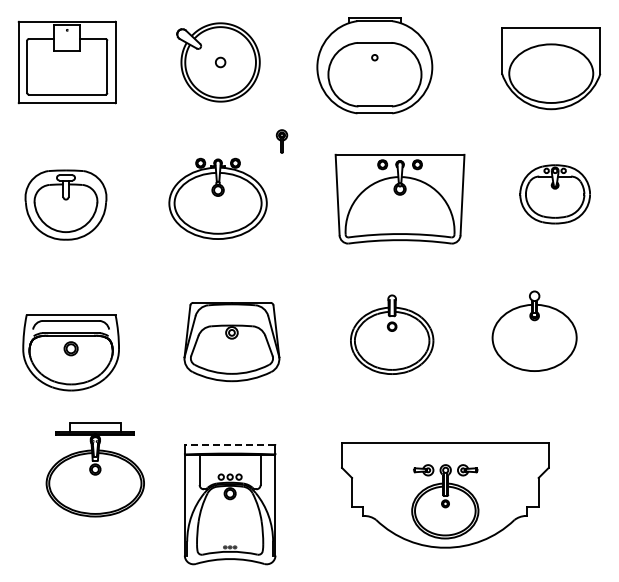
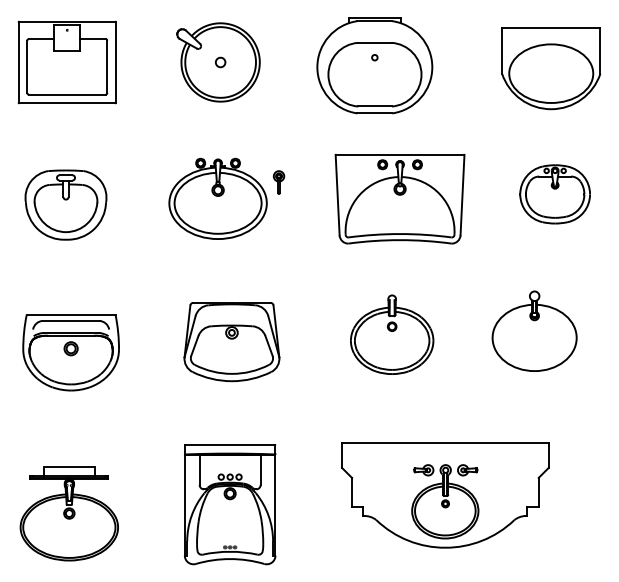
part at (281, 141) position: (281, 141) -> (278, 182)
line at (230, 444): dashed -> solid
part at (94, 469) position: (94, 469) -> (68, 513)
